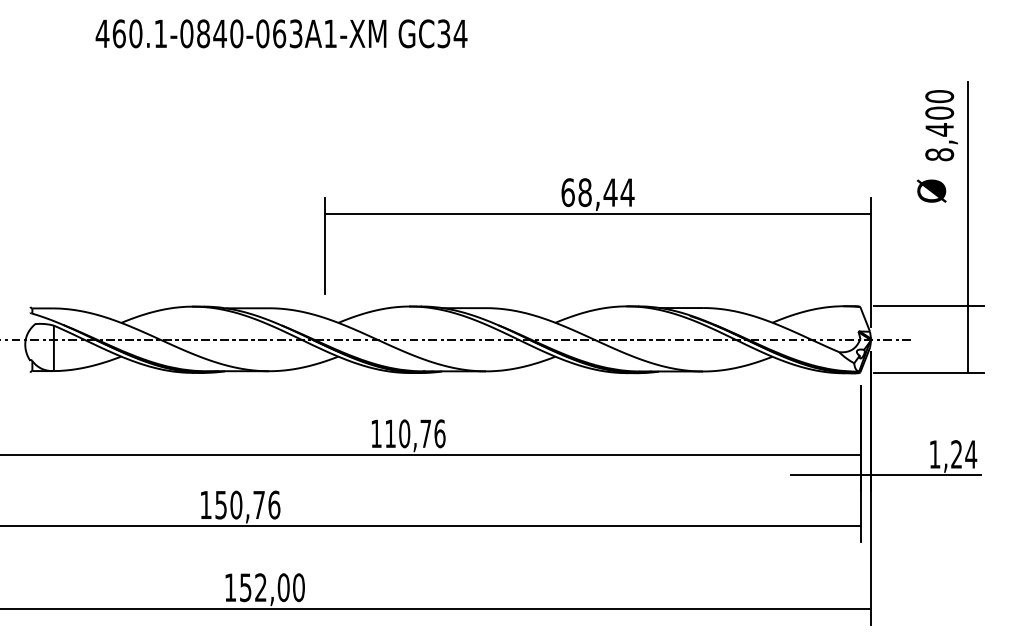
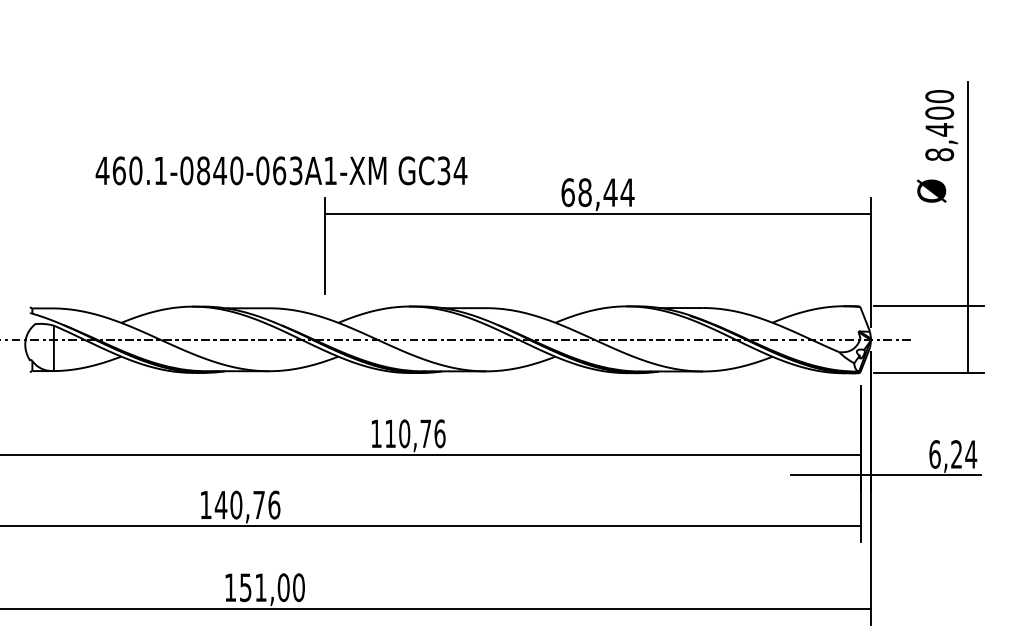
text at (281, 33) position: (281, 33) -> (281, 170)
text at (934, 454): 1,24 -> 6,24
text at (220, 505): 150,76 -> 140,76
text at (260, 587): 152,00 -> 151,00
